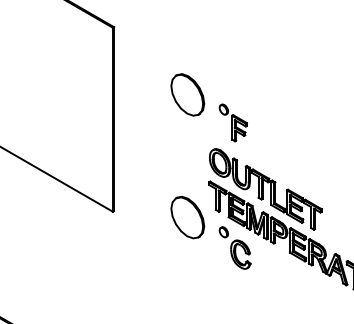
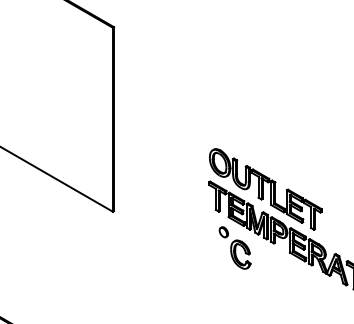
part at (187, 94): present -> none
part at (232, 122): present -> none
part at (187, 217): present -> none
